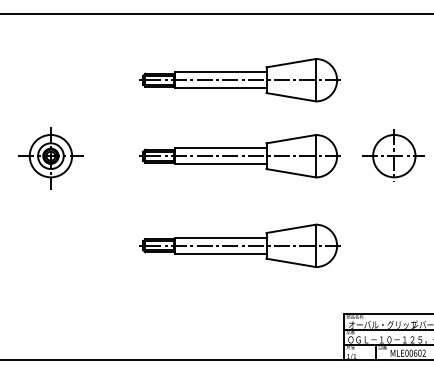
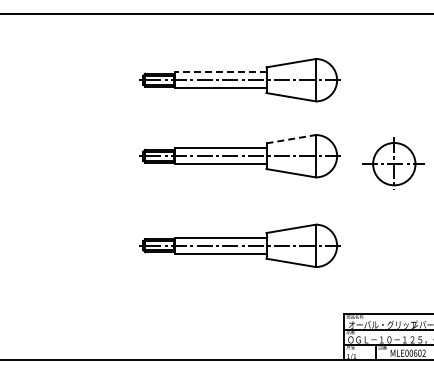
line at (221, 72): solid -> dashed
line at (291, 139): solid -> dashed
part at (393, 155) position: (393, 155) -> (393, 163)
part at (50, 158): present -> none
